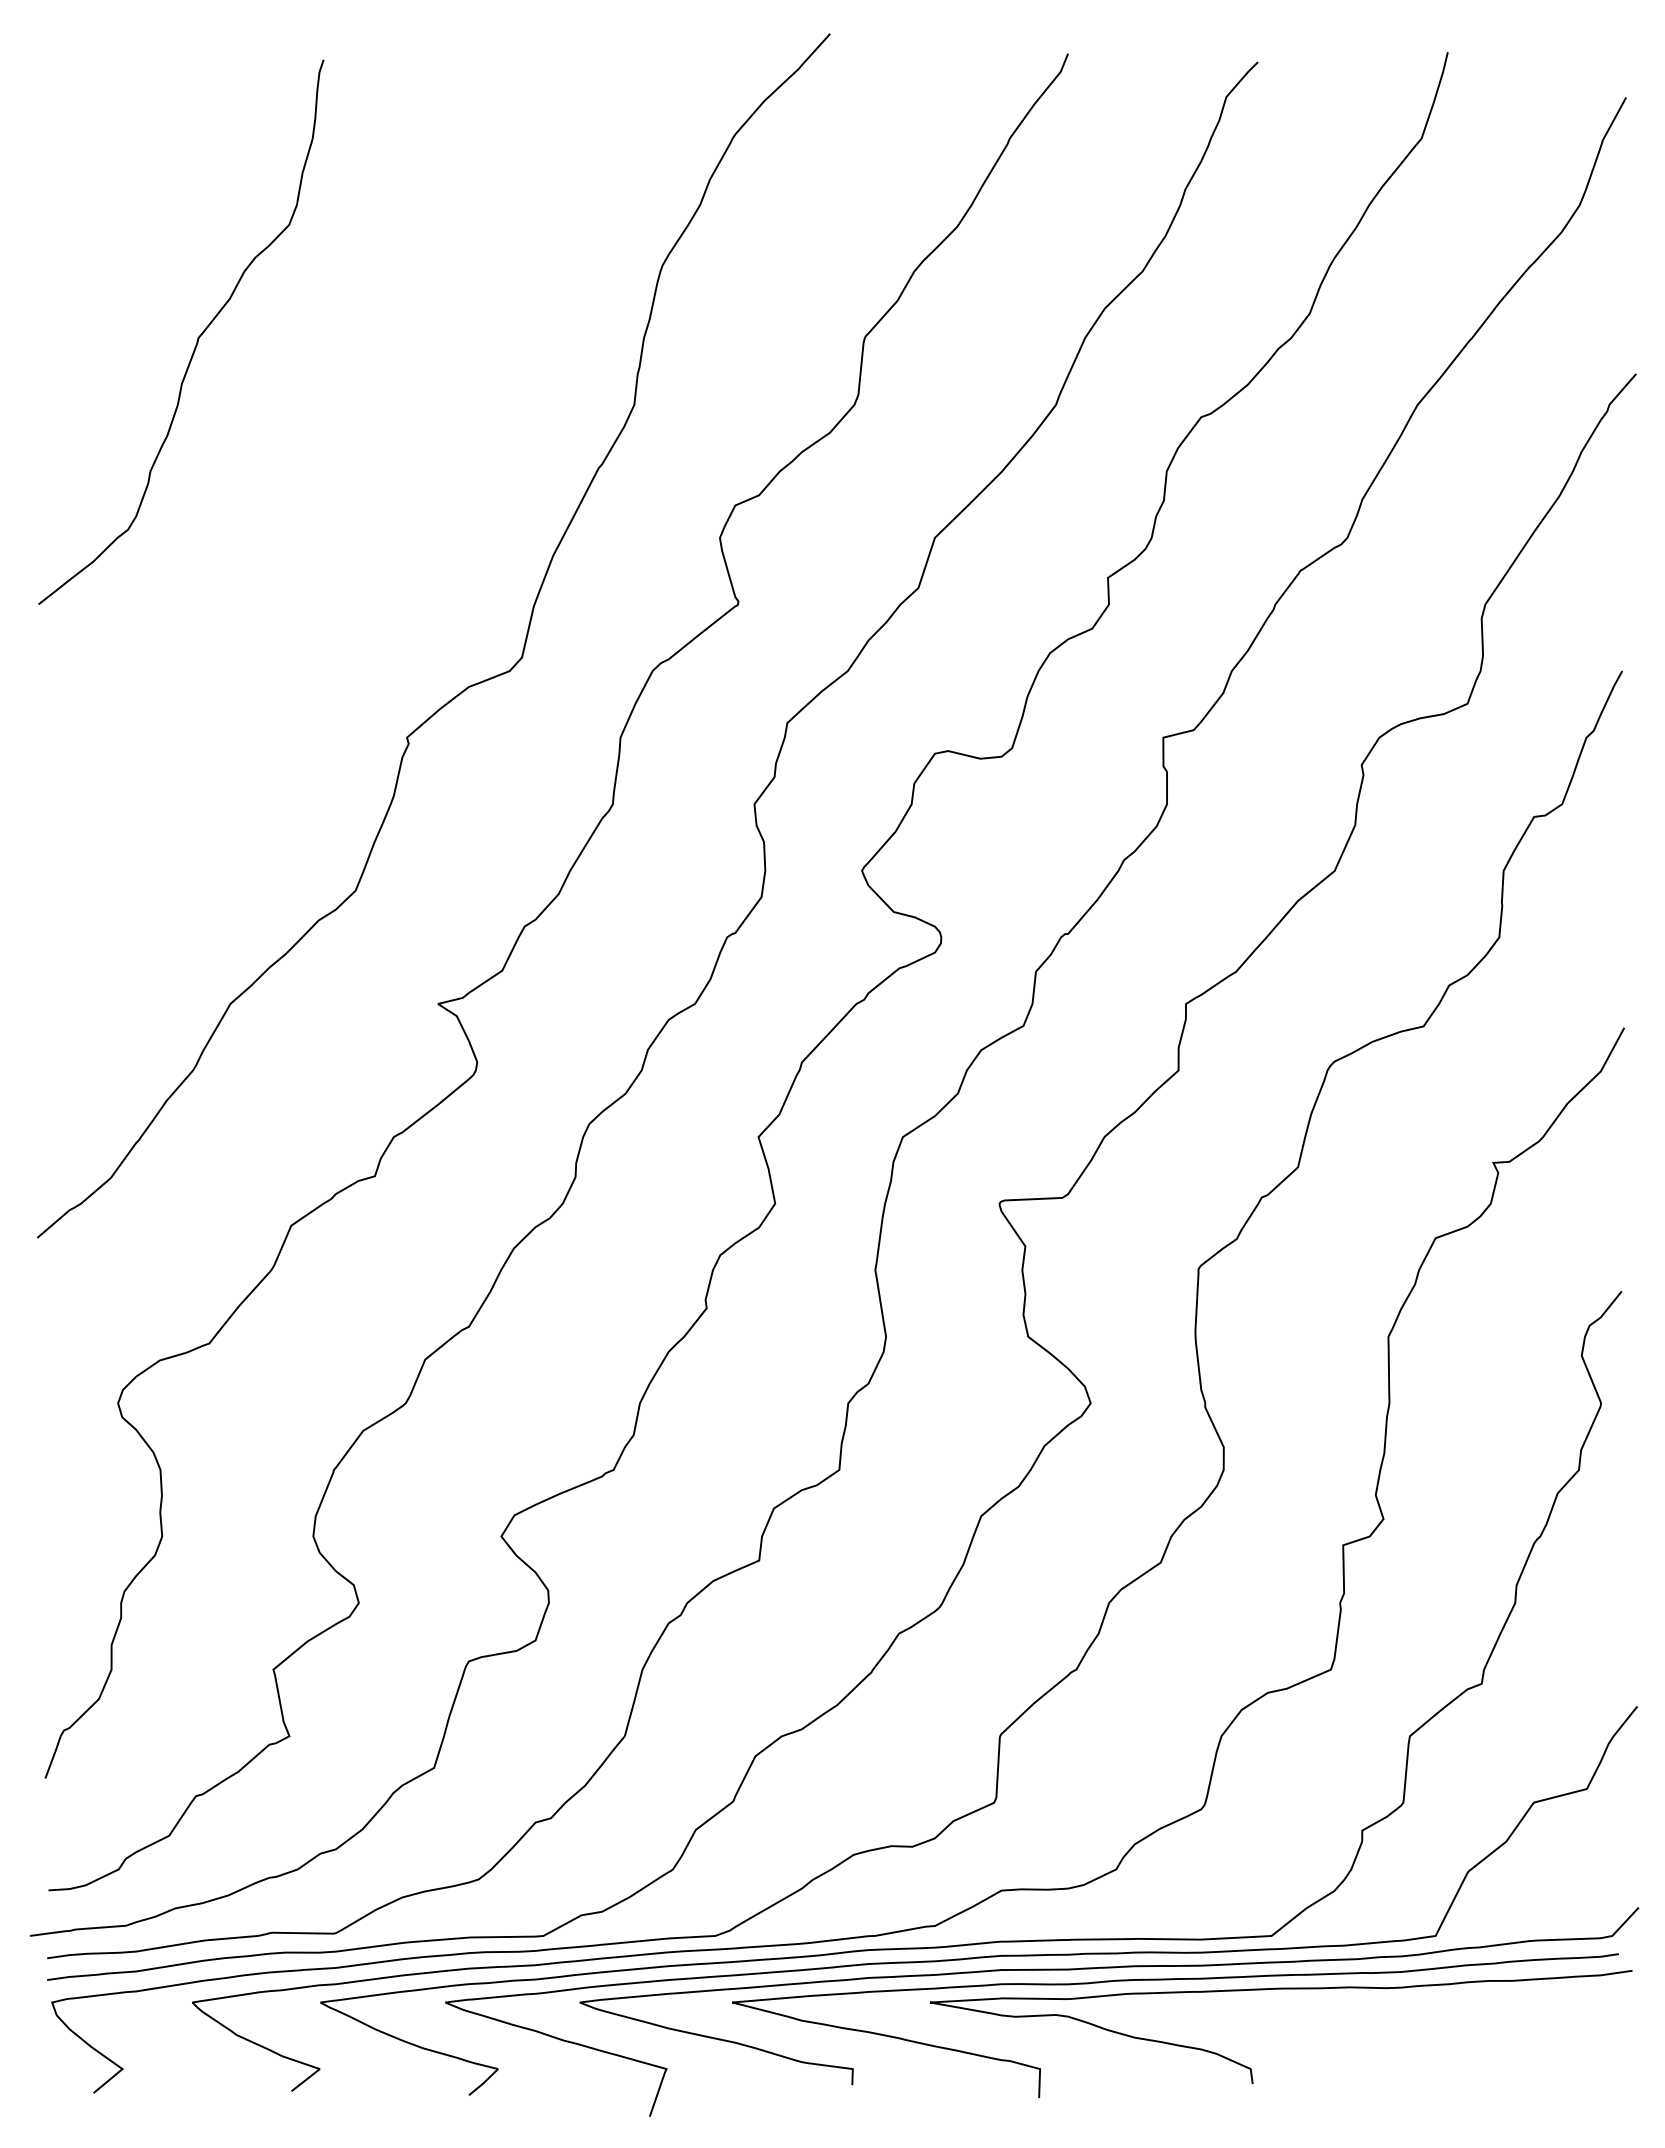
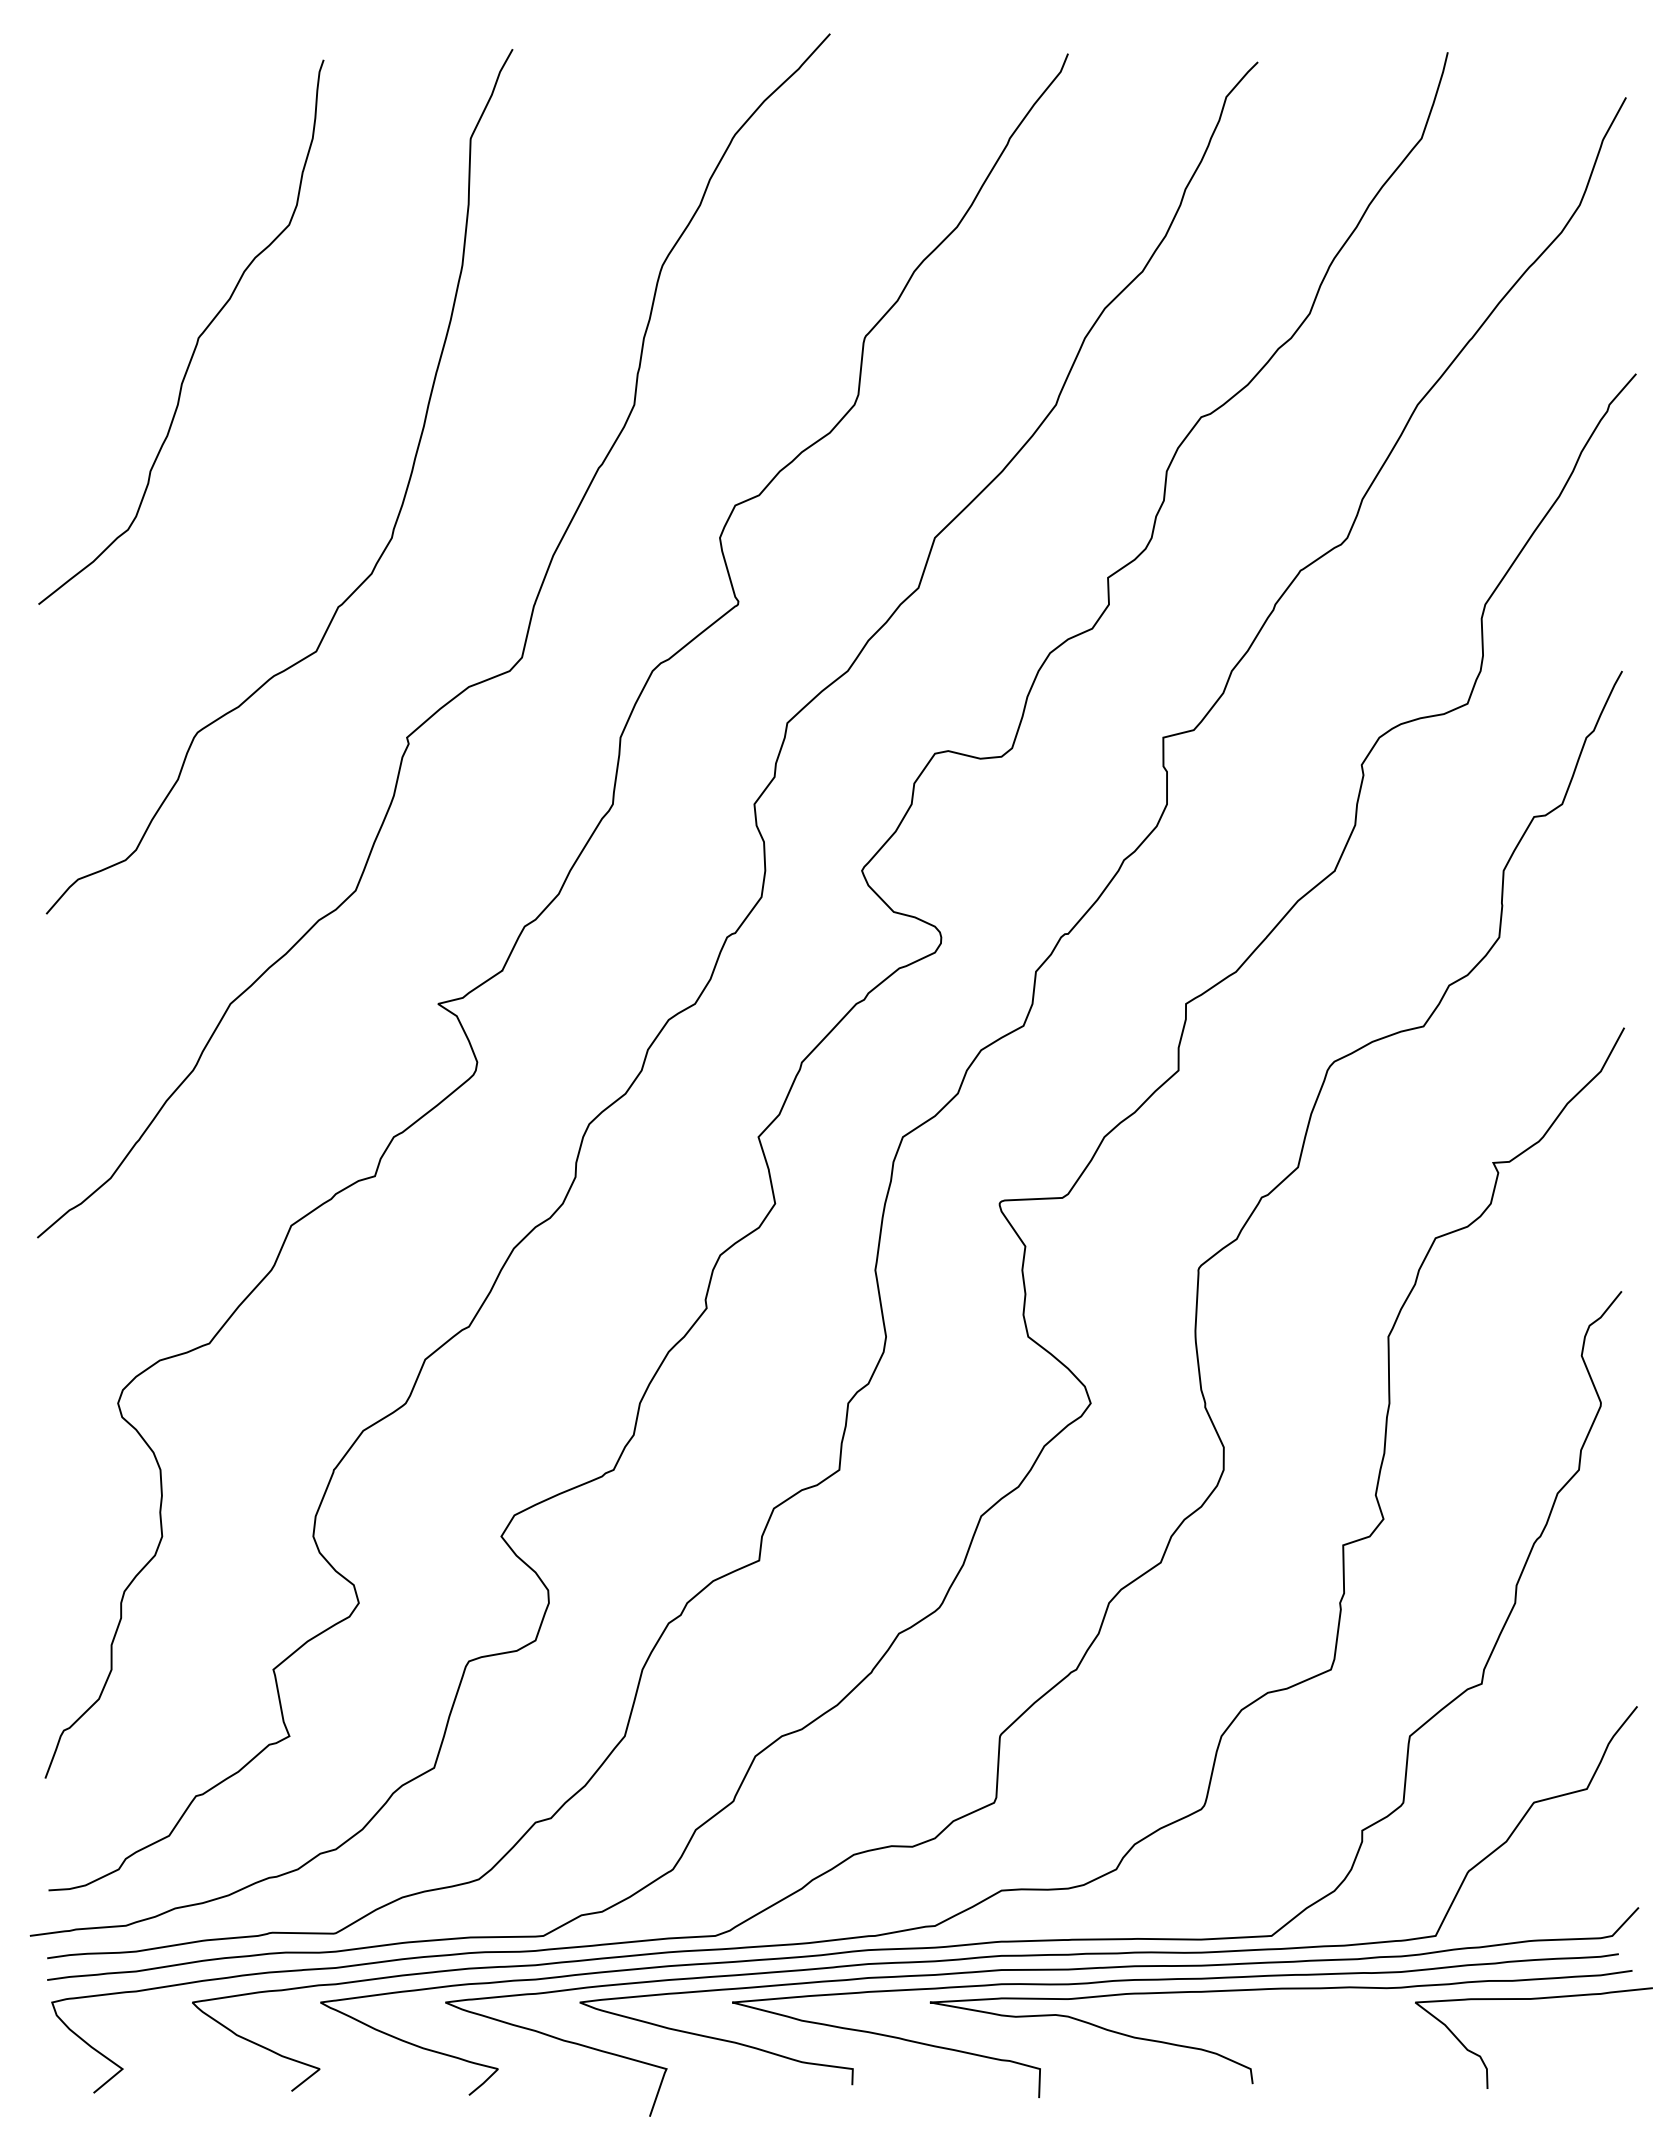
curve at (395, 520): none -> present
curve at (1533, 1999): none -> present
